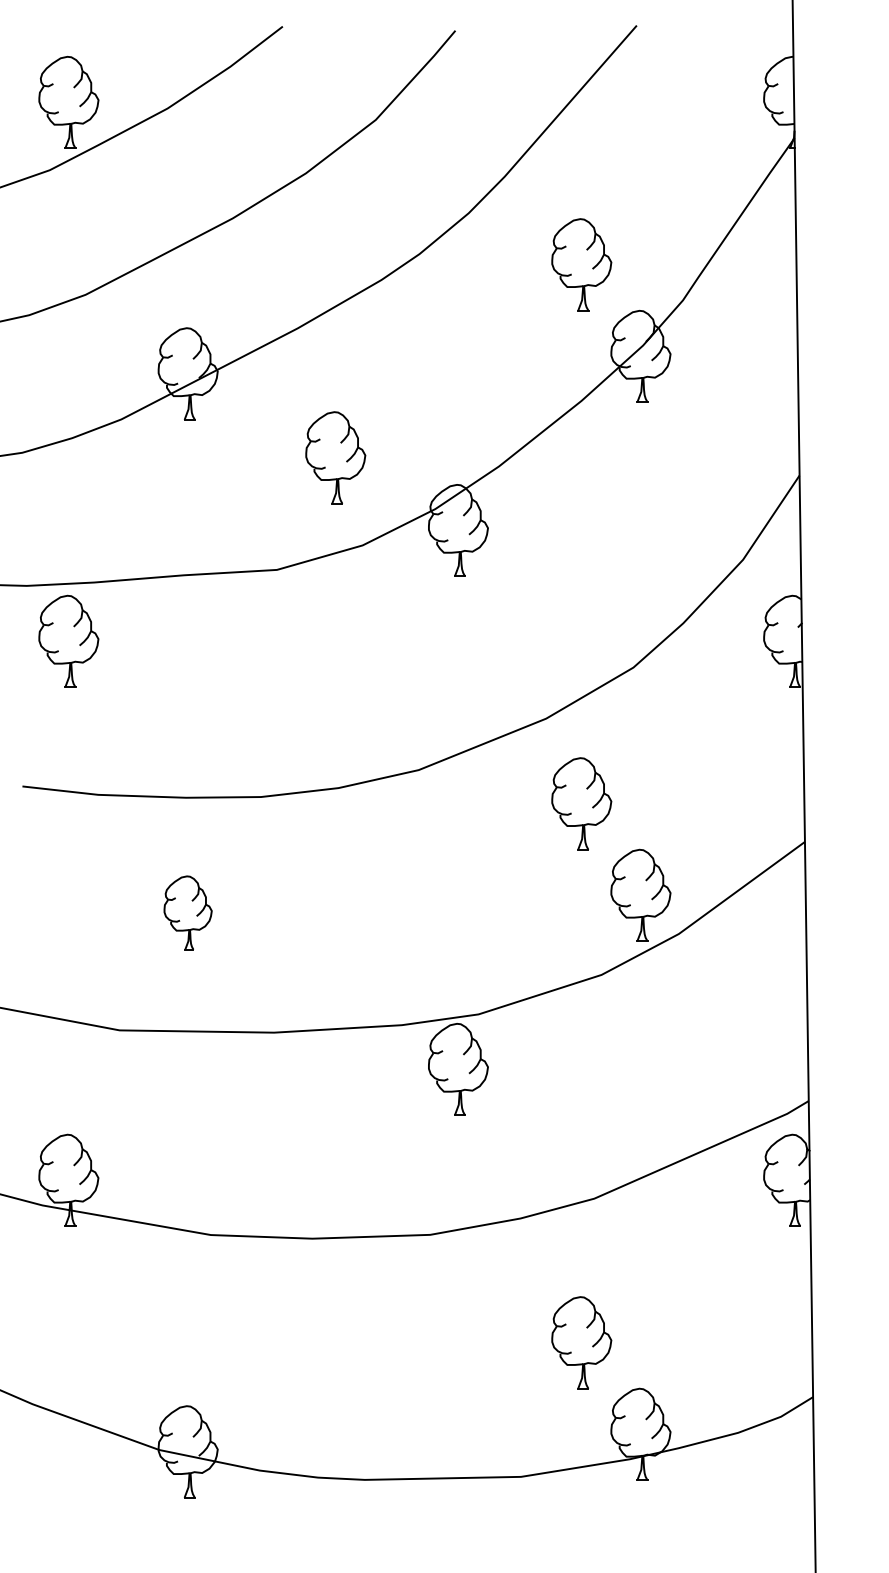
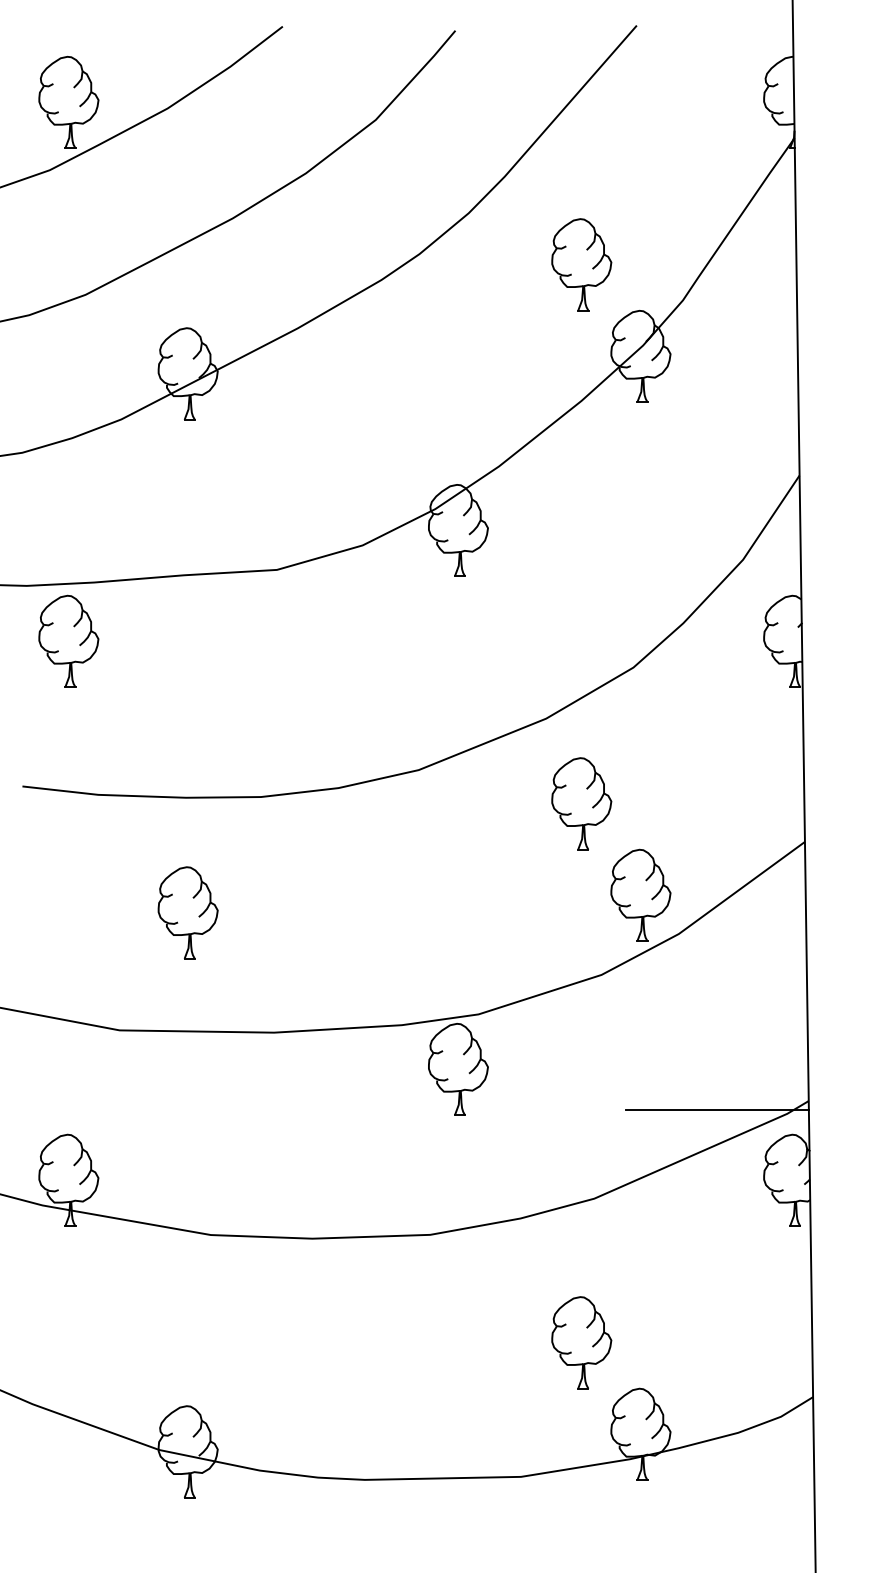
part at (335, 457): present -> none
part at (187, 912) size: 50x76 px -> 62x94 px
line at (717, 1109): none -> present
